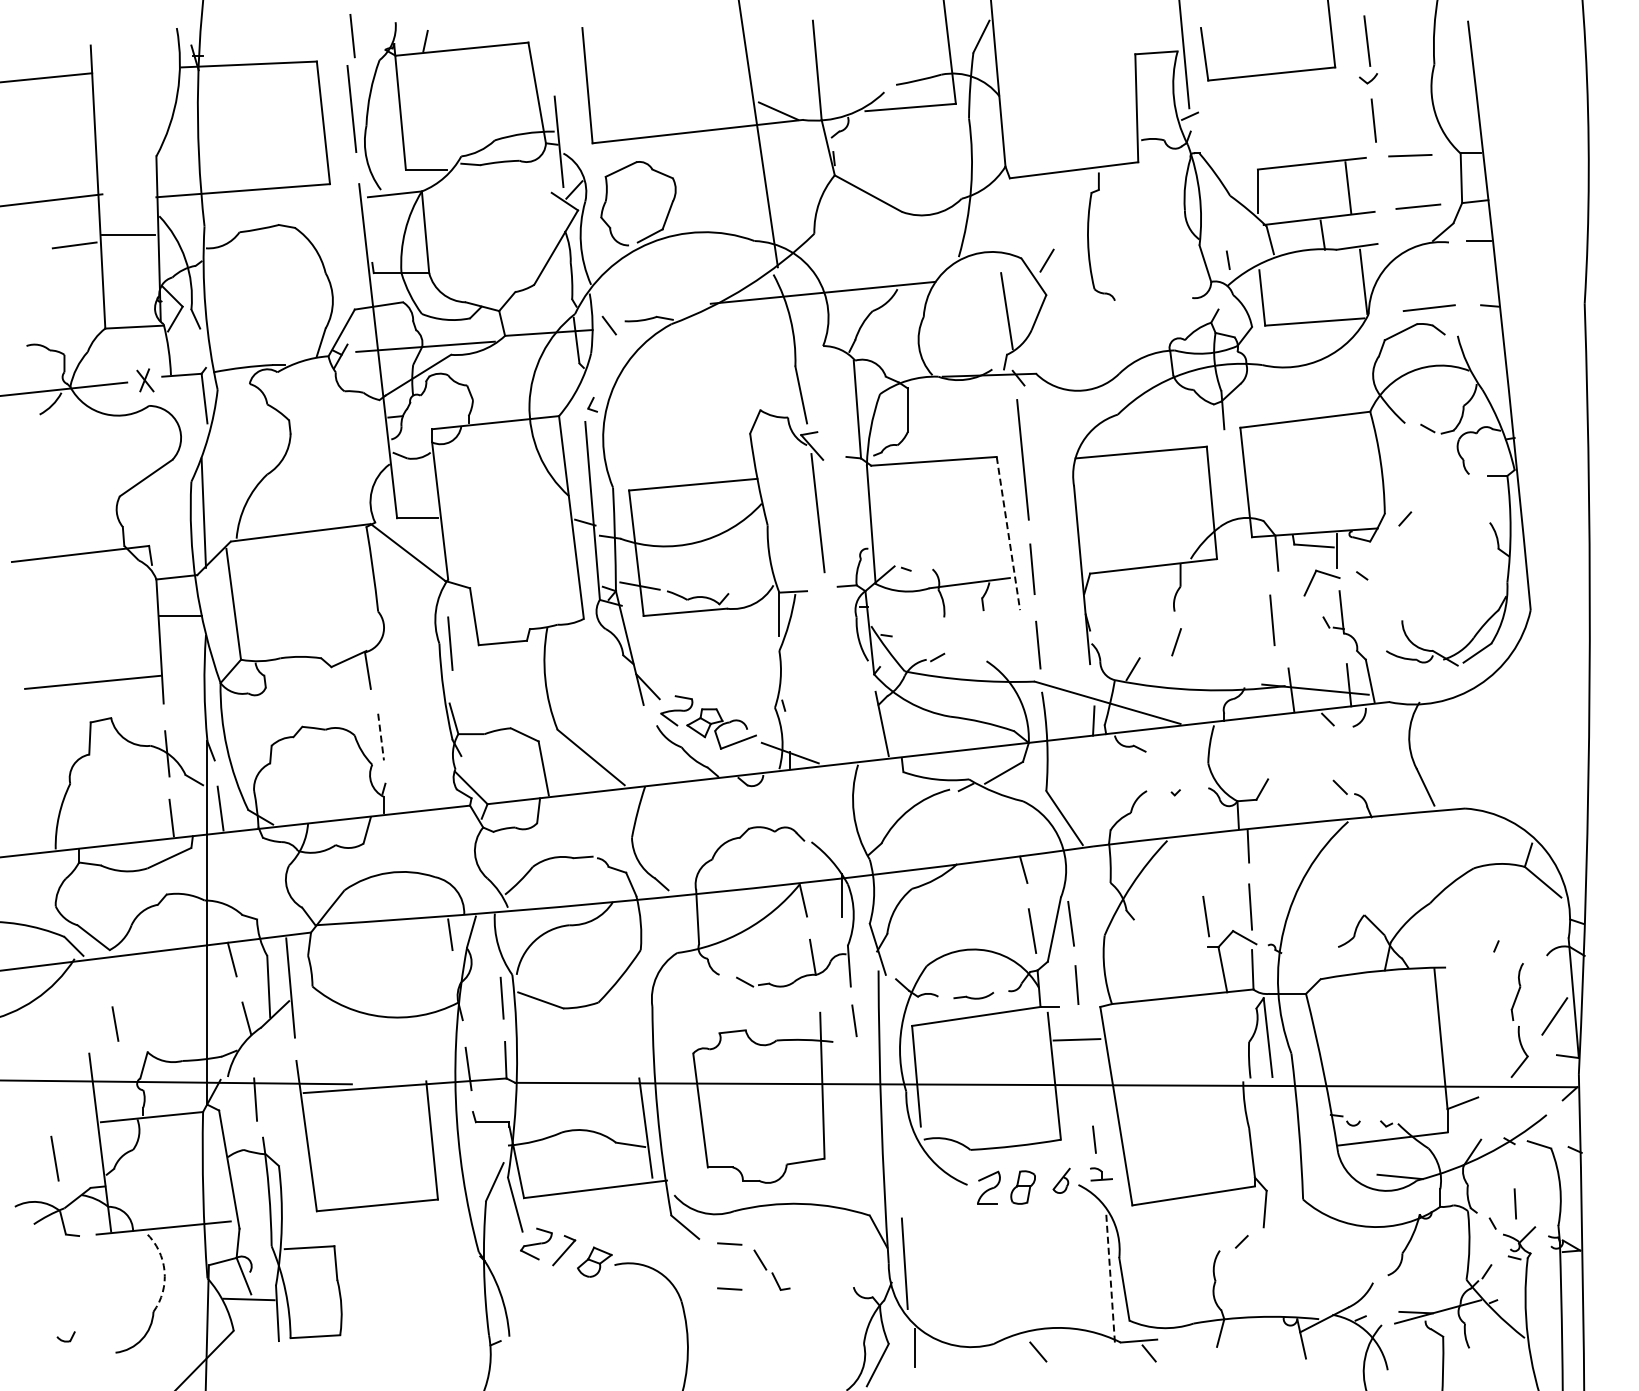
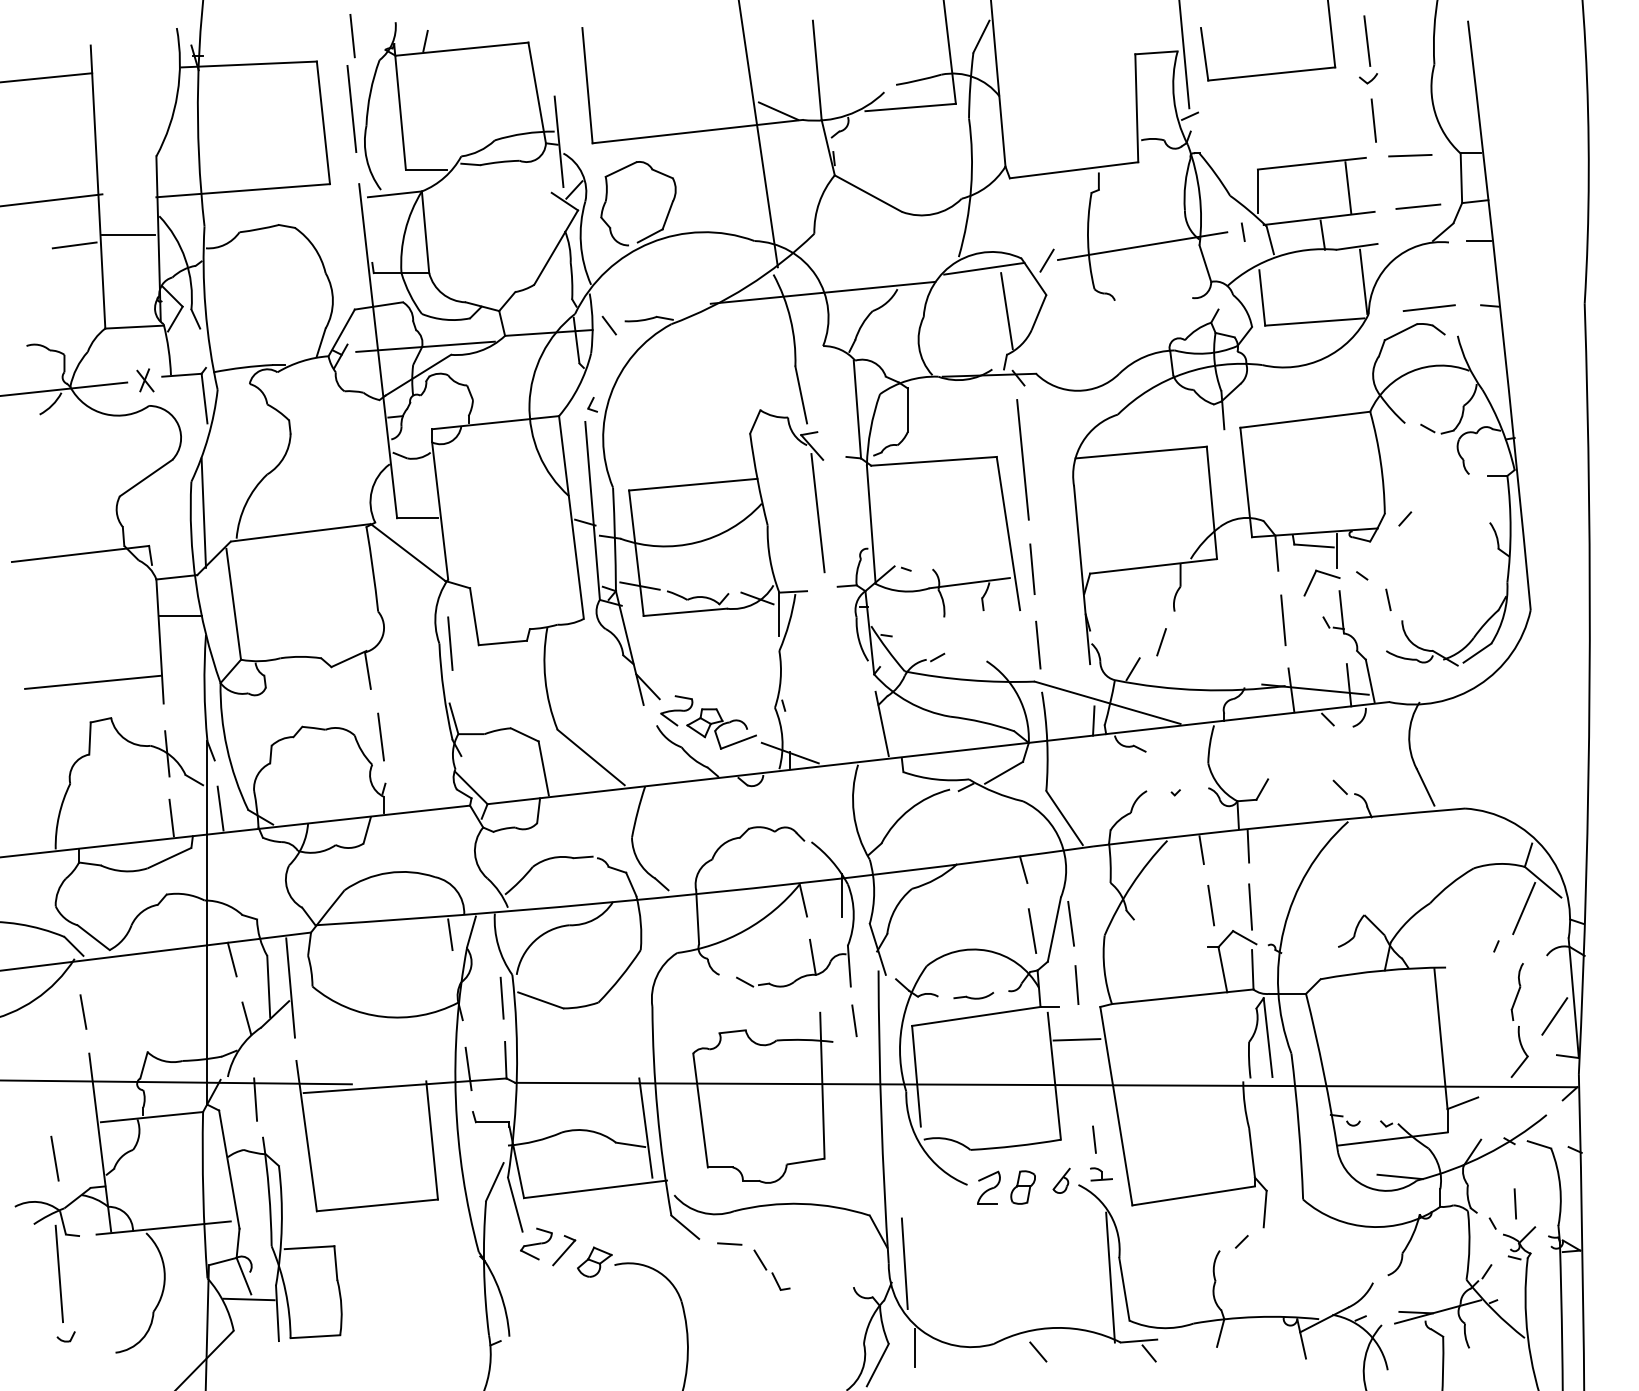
line at (1142, 246): none -> present
line at (1227, 259) position: (1227, 259) -> (1242, 231)
line at (984, 268): none -> present
line at (1008, 534): dashed -> solid
line at (757, 598): none -> present
line at (1388, 599): none -> present
line at (1272, 620) position: (1272, 620) -> (1283, 620)
line at (1176, 642) position: (1176, 642) -> (1161, 642)
line at (381, 737): dashed -> solid
line at (1201, 850): none -> present
line at (1524, 908): none -> present
line at (1206, 916) position: (1206, 916) -> (1211, 905)
line at (115, 1023) position: (115, 1023) -> (83, 1011)
arc at (164, 1271): dashed -> solid
line at (59, 1273): none -> present
line at (1110, 1277): dashed -> solid
line at (729, 1288): present -> none
